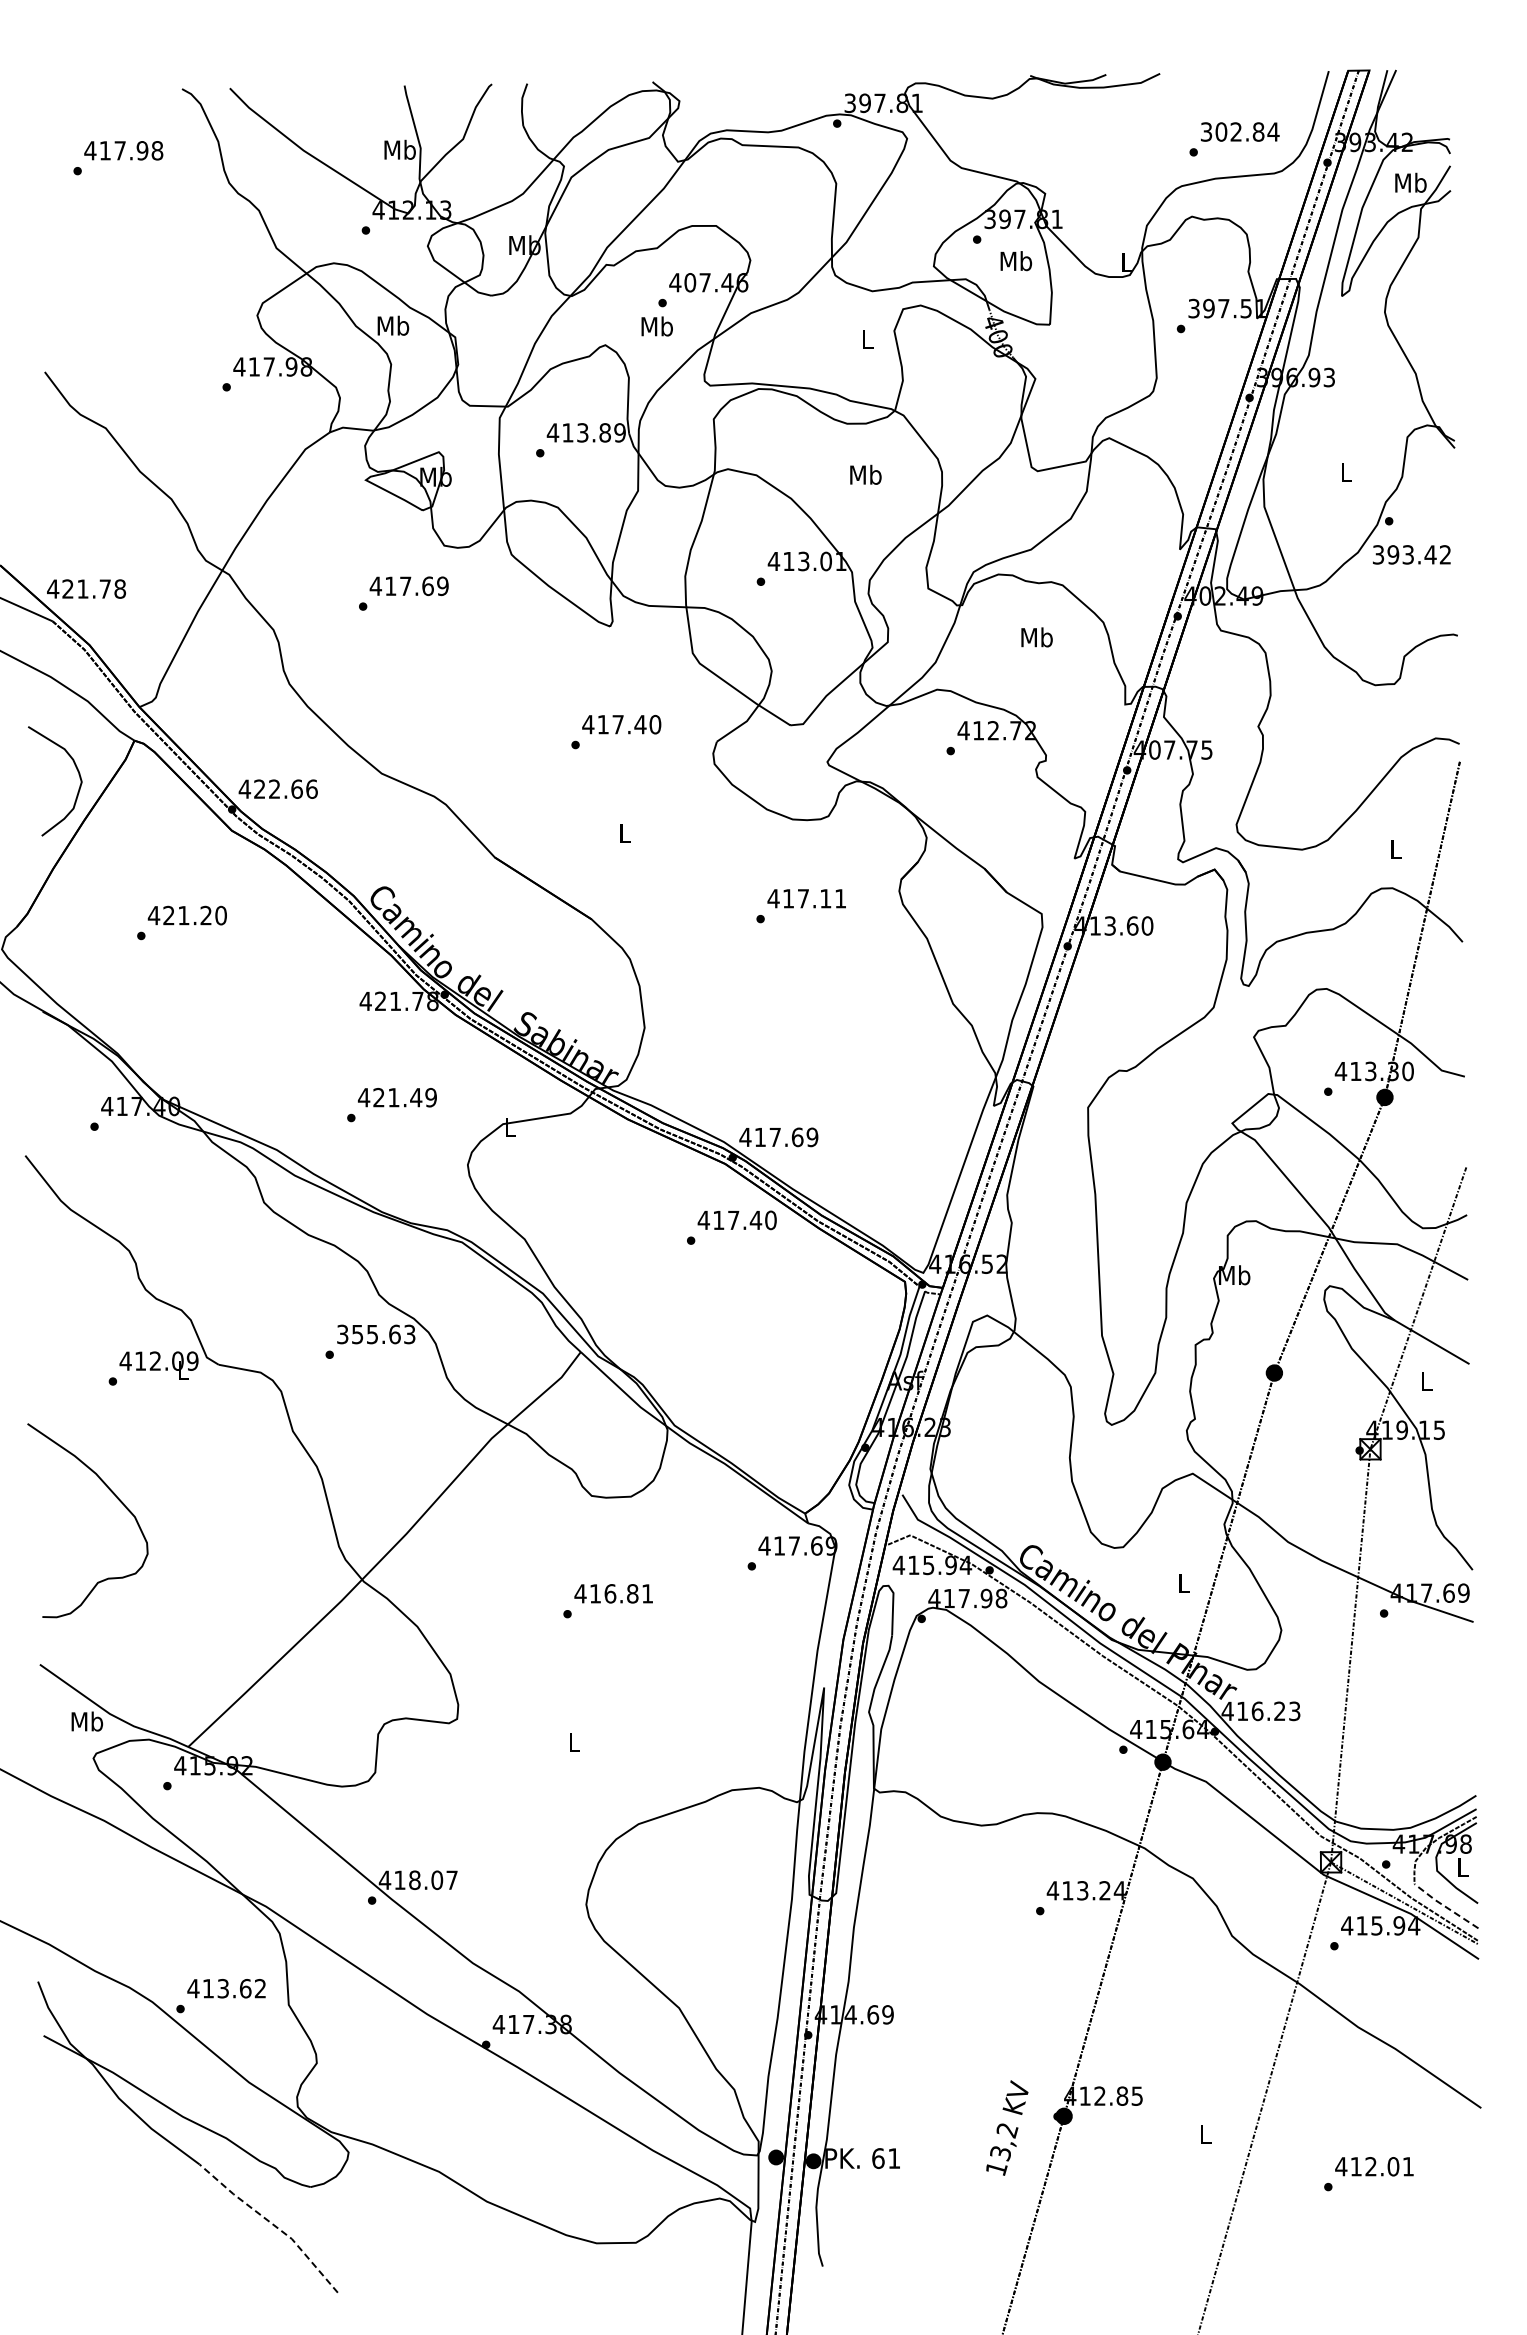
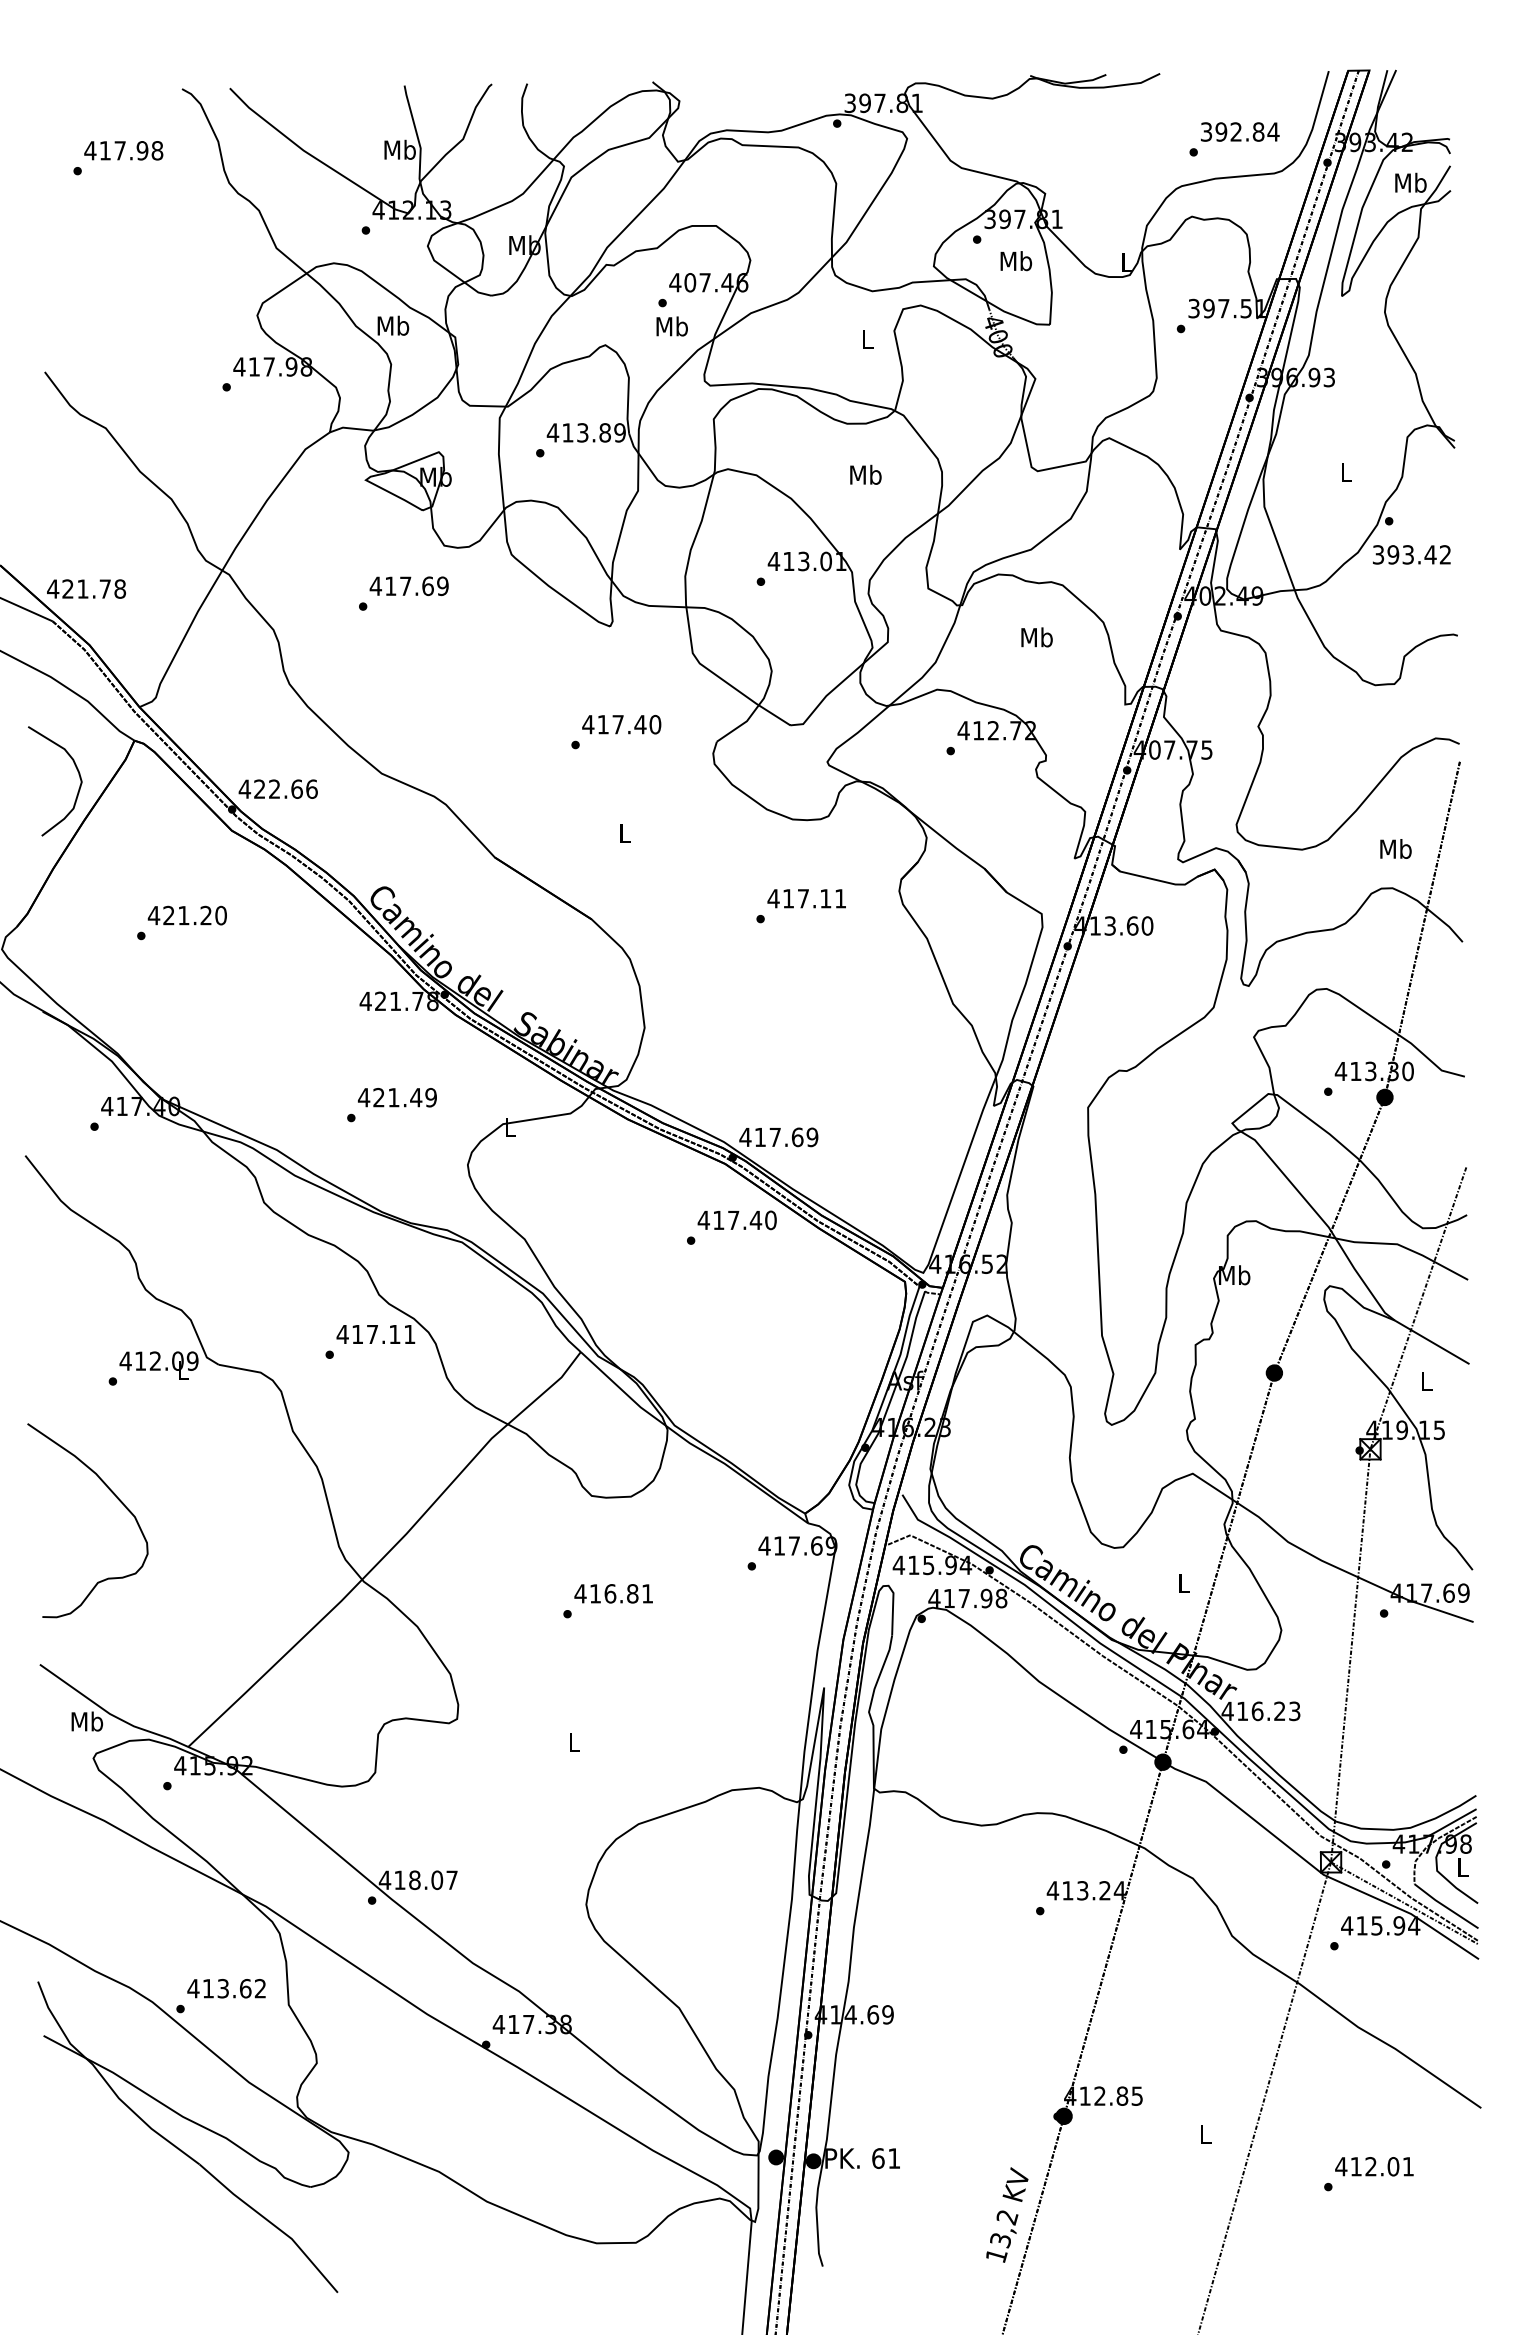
text at (1221, 131): 302.84 -> 392.84
text at (656, 326) position: (656, 326) -> (671, 326)
text at (1395, 848): L -> Mb
text at (375, 1334): 355.63 -> 417.11
line at (1445, 1906): dashed -> solid
text at (1007, 2127) position: (1007, 2127) -> (1007, 2214)
line at (272, 2224): dashed -> solid
